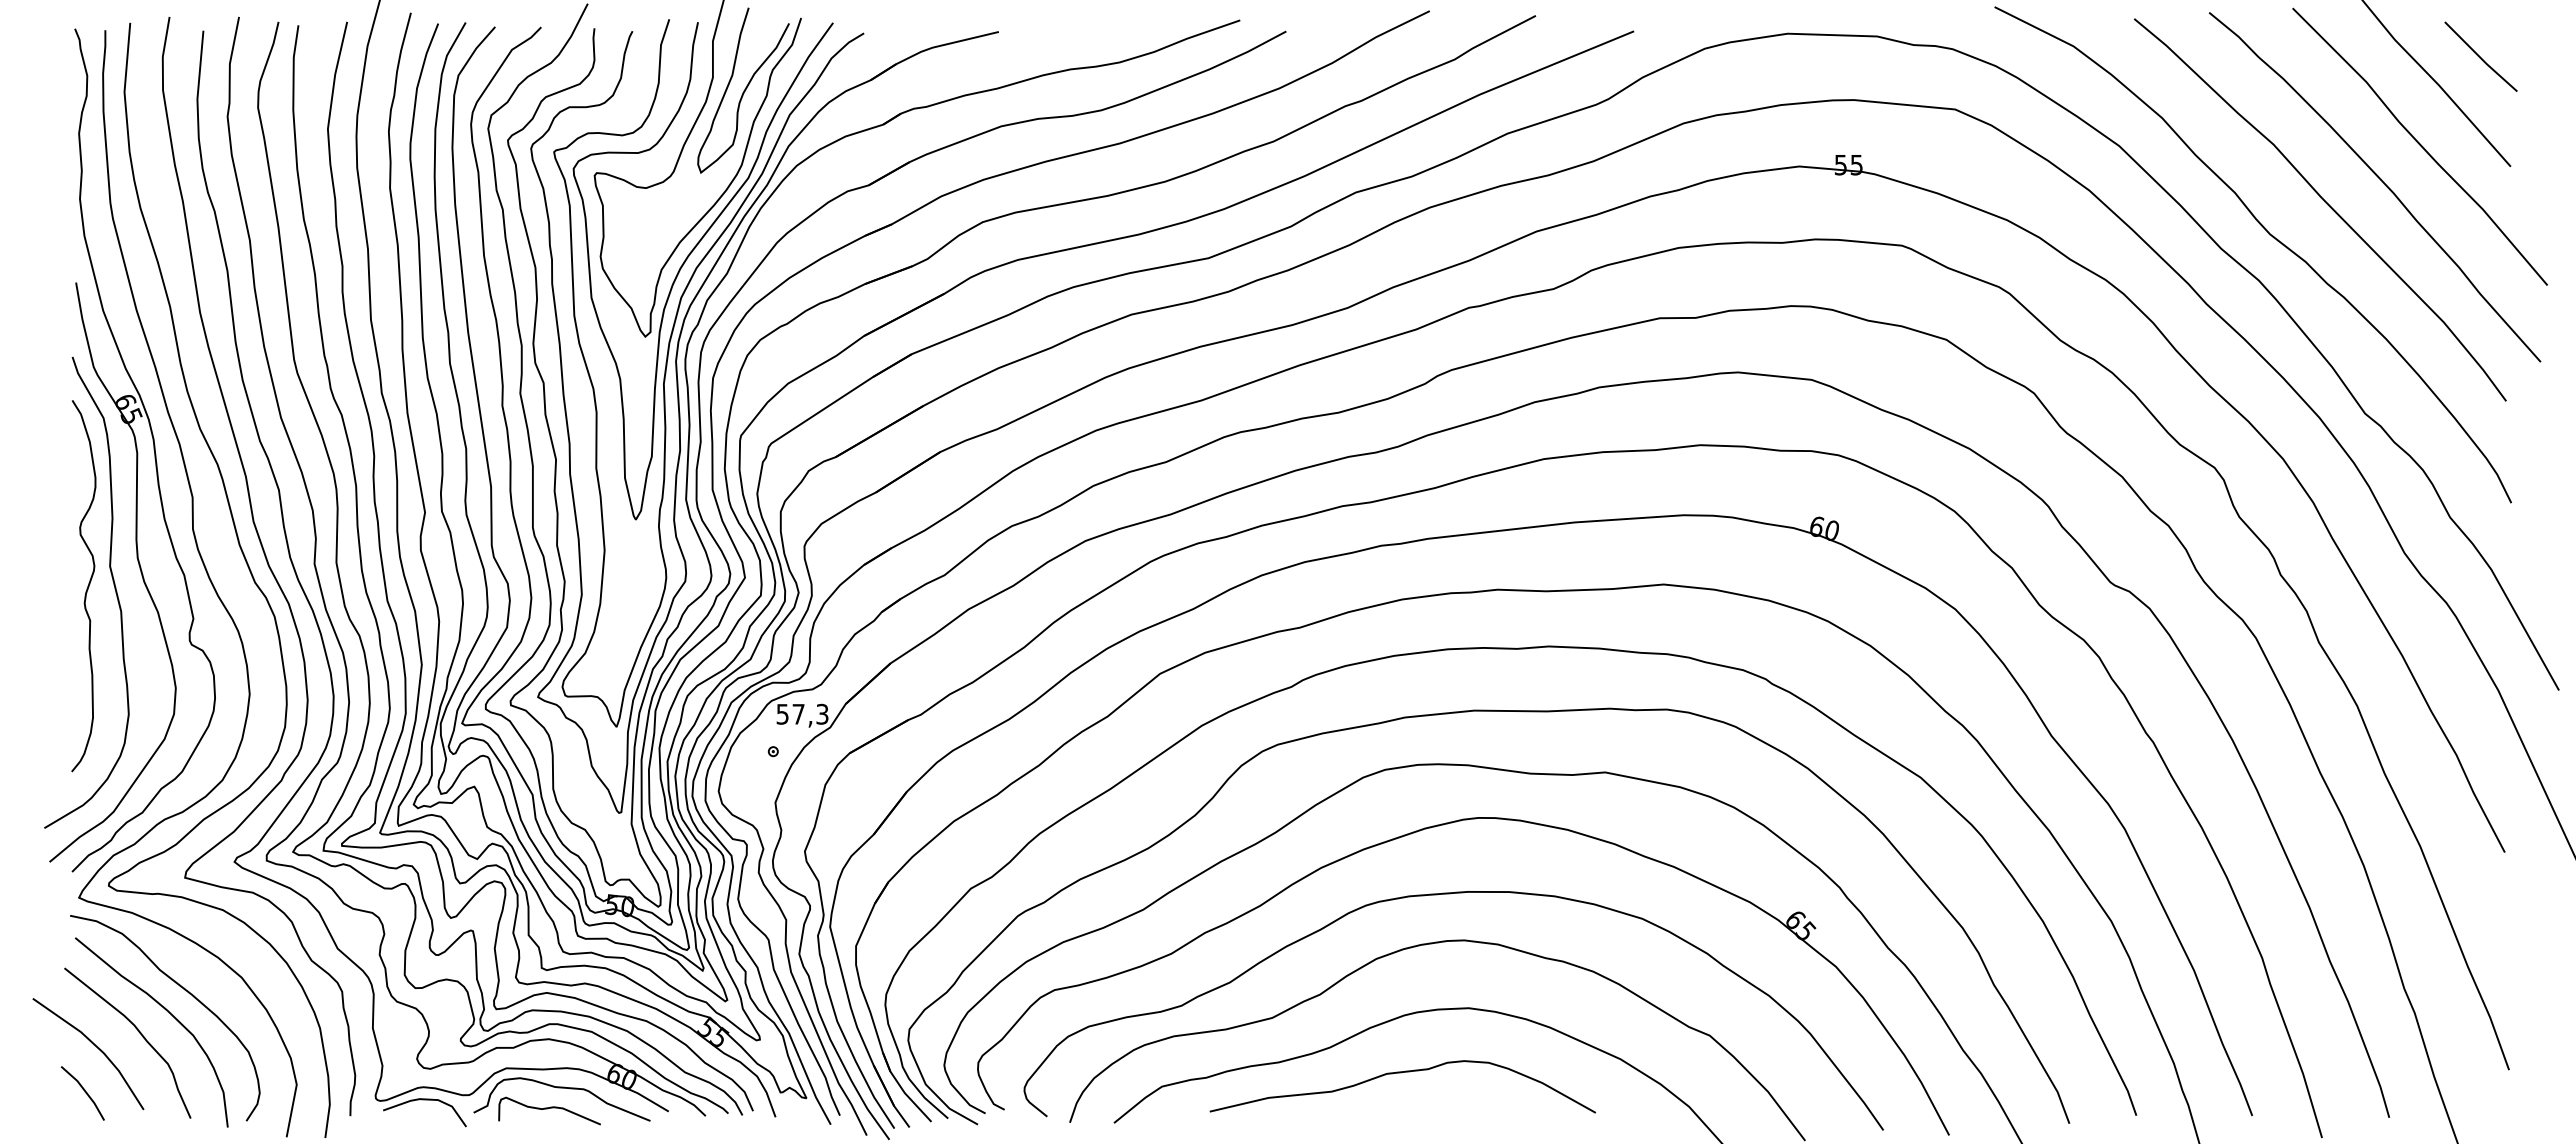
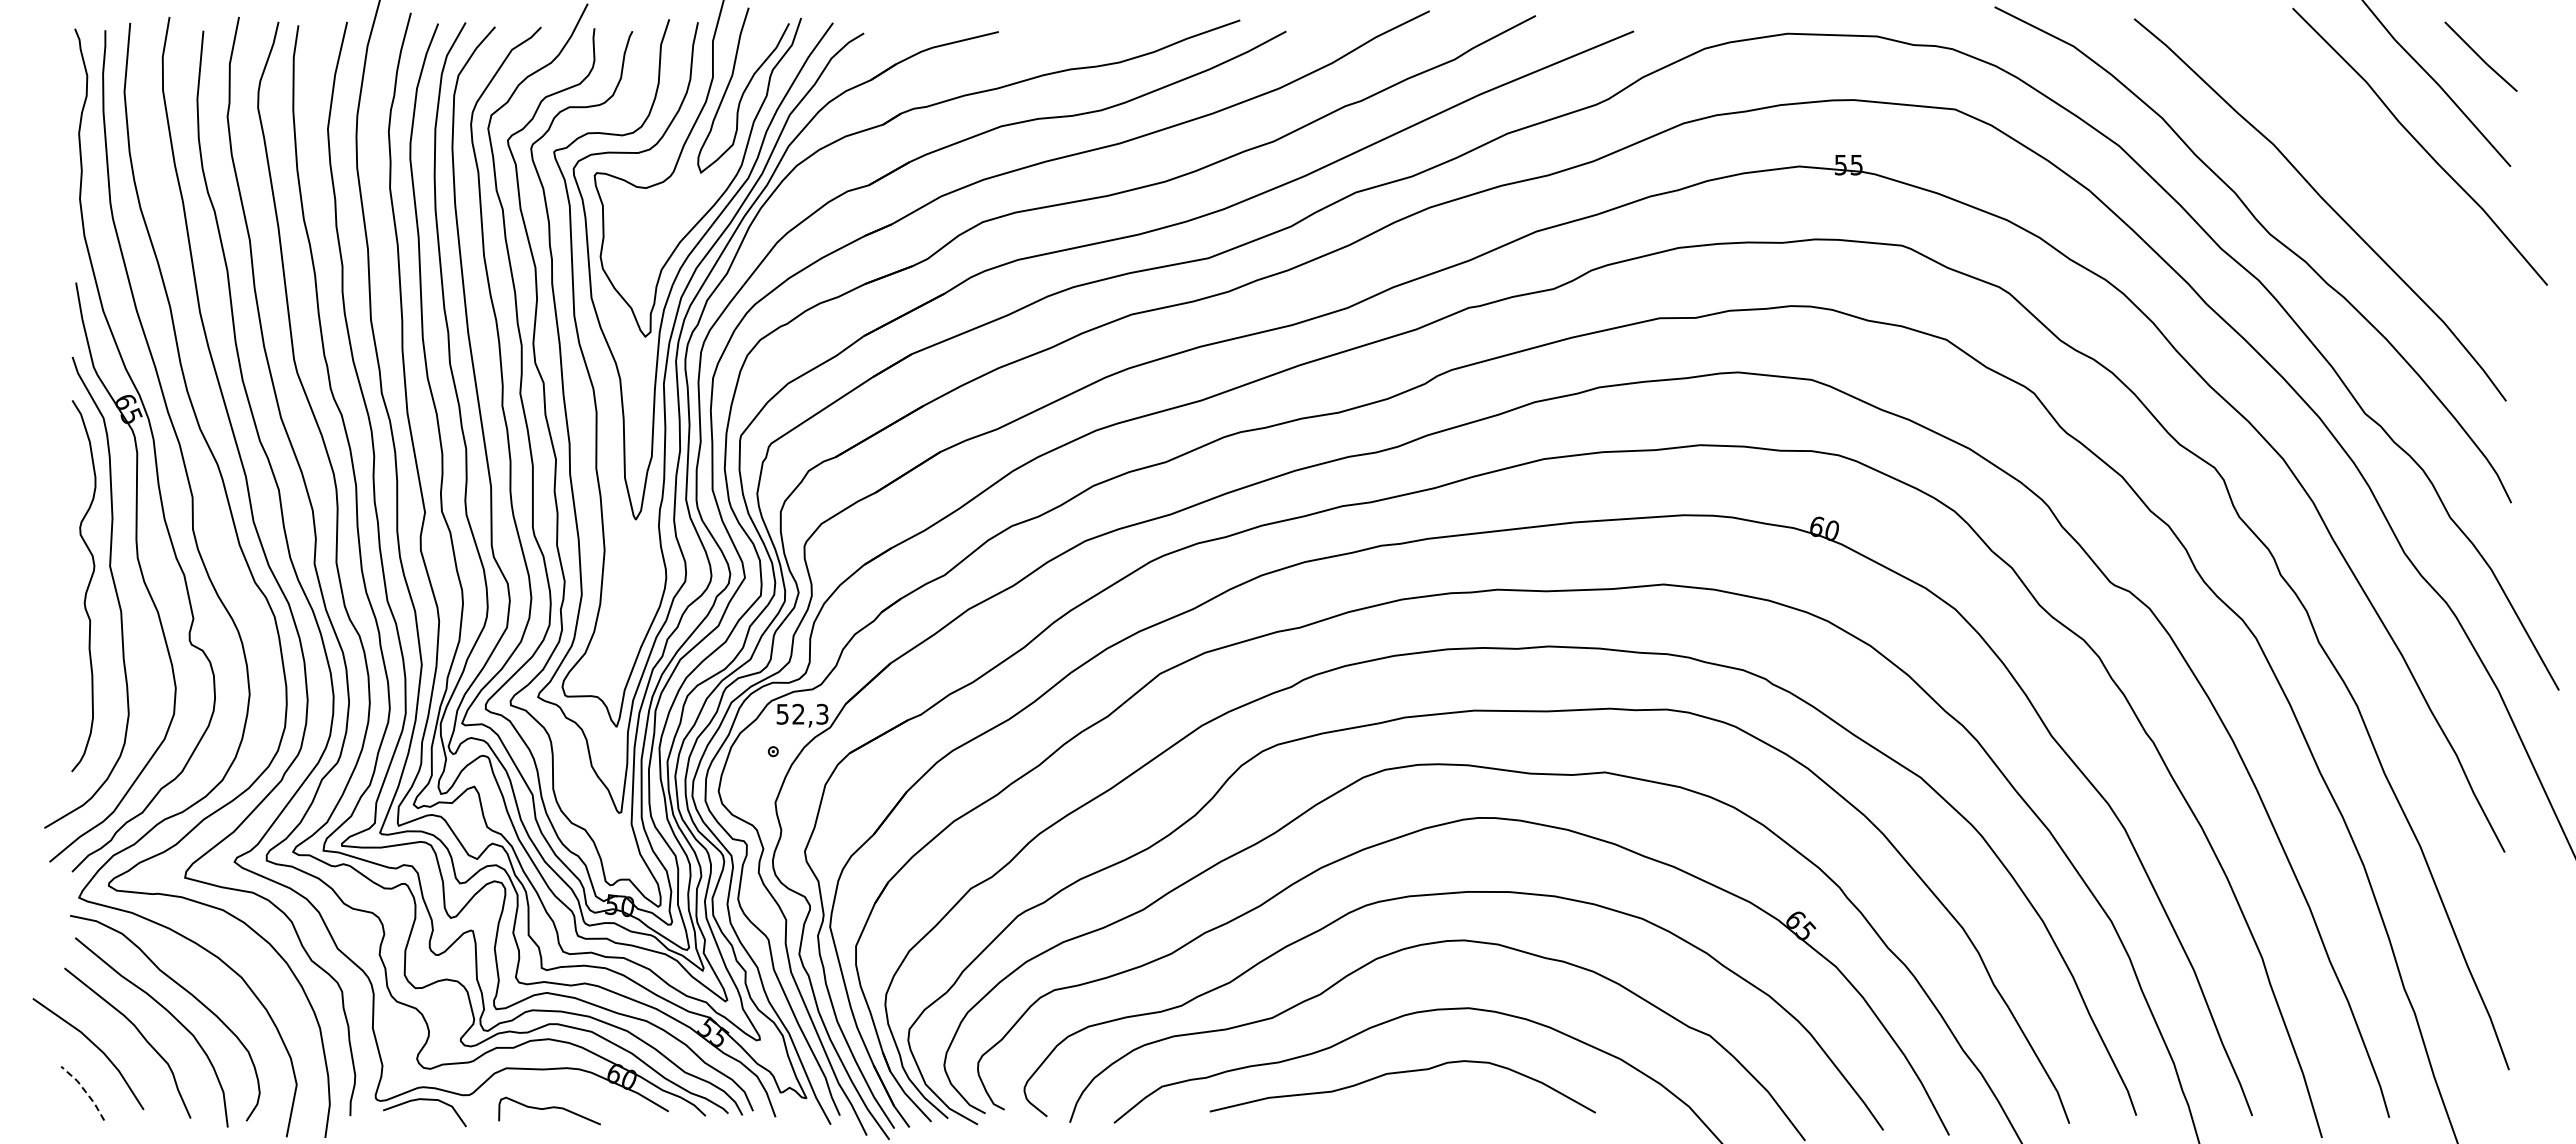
curve at (2380, 180): present -> none
text at (798, 713): 57,3 -> 52,3
curve at (561, 1088): present -> none
line at (85, 1091): solid -> dashed
